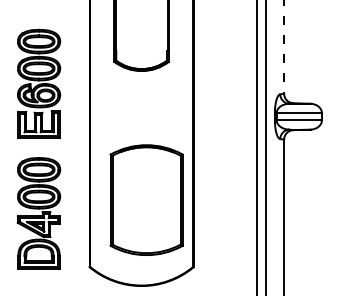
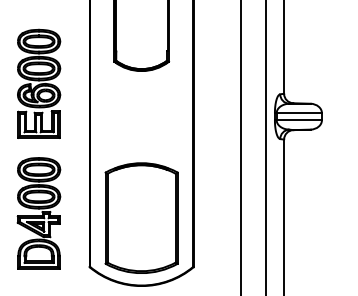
line at (284, 46): dashed -> solid
line at (257, 147) position: (257, 147) -> (241, 147)
part at (146, 199) position: (146, 199) -> (141, 217)
